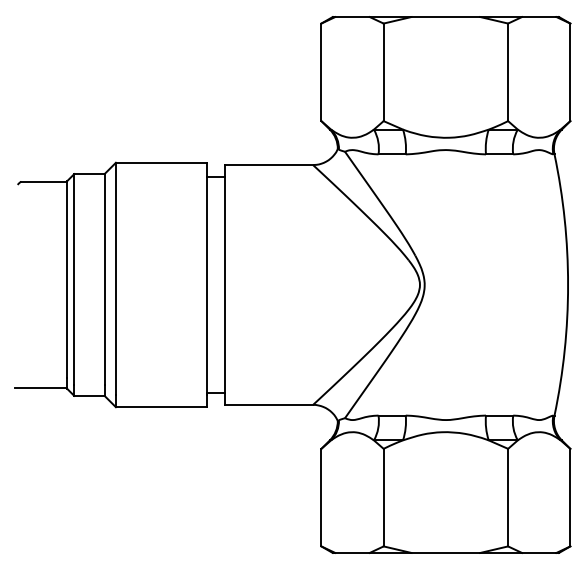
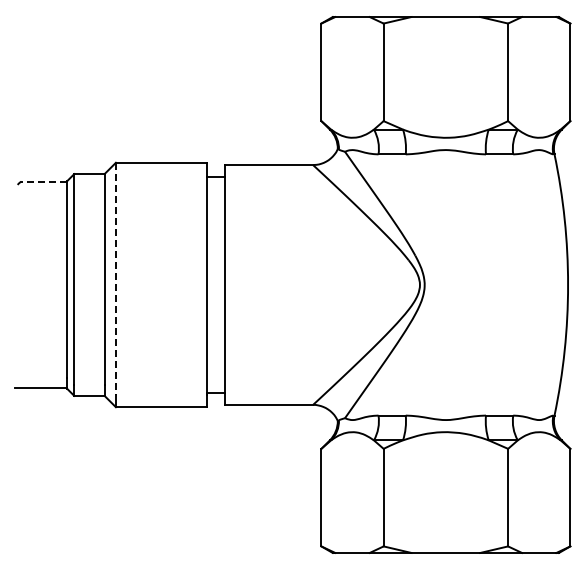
line at (44, 181): solid -> dashed
line at (115, 279): solid -> dashed
